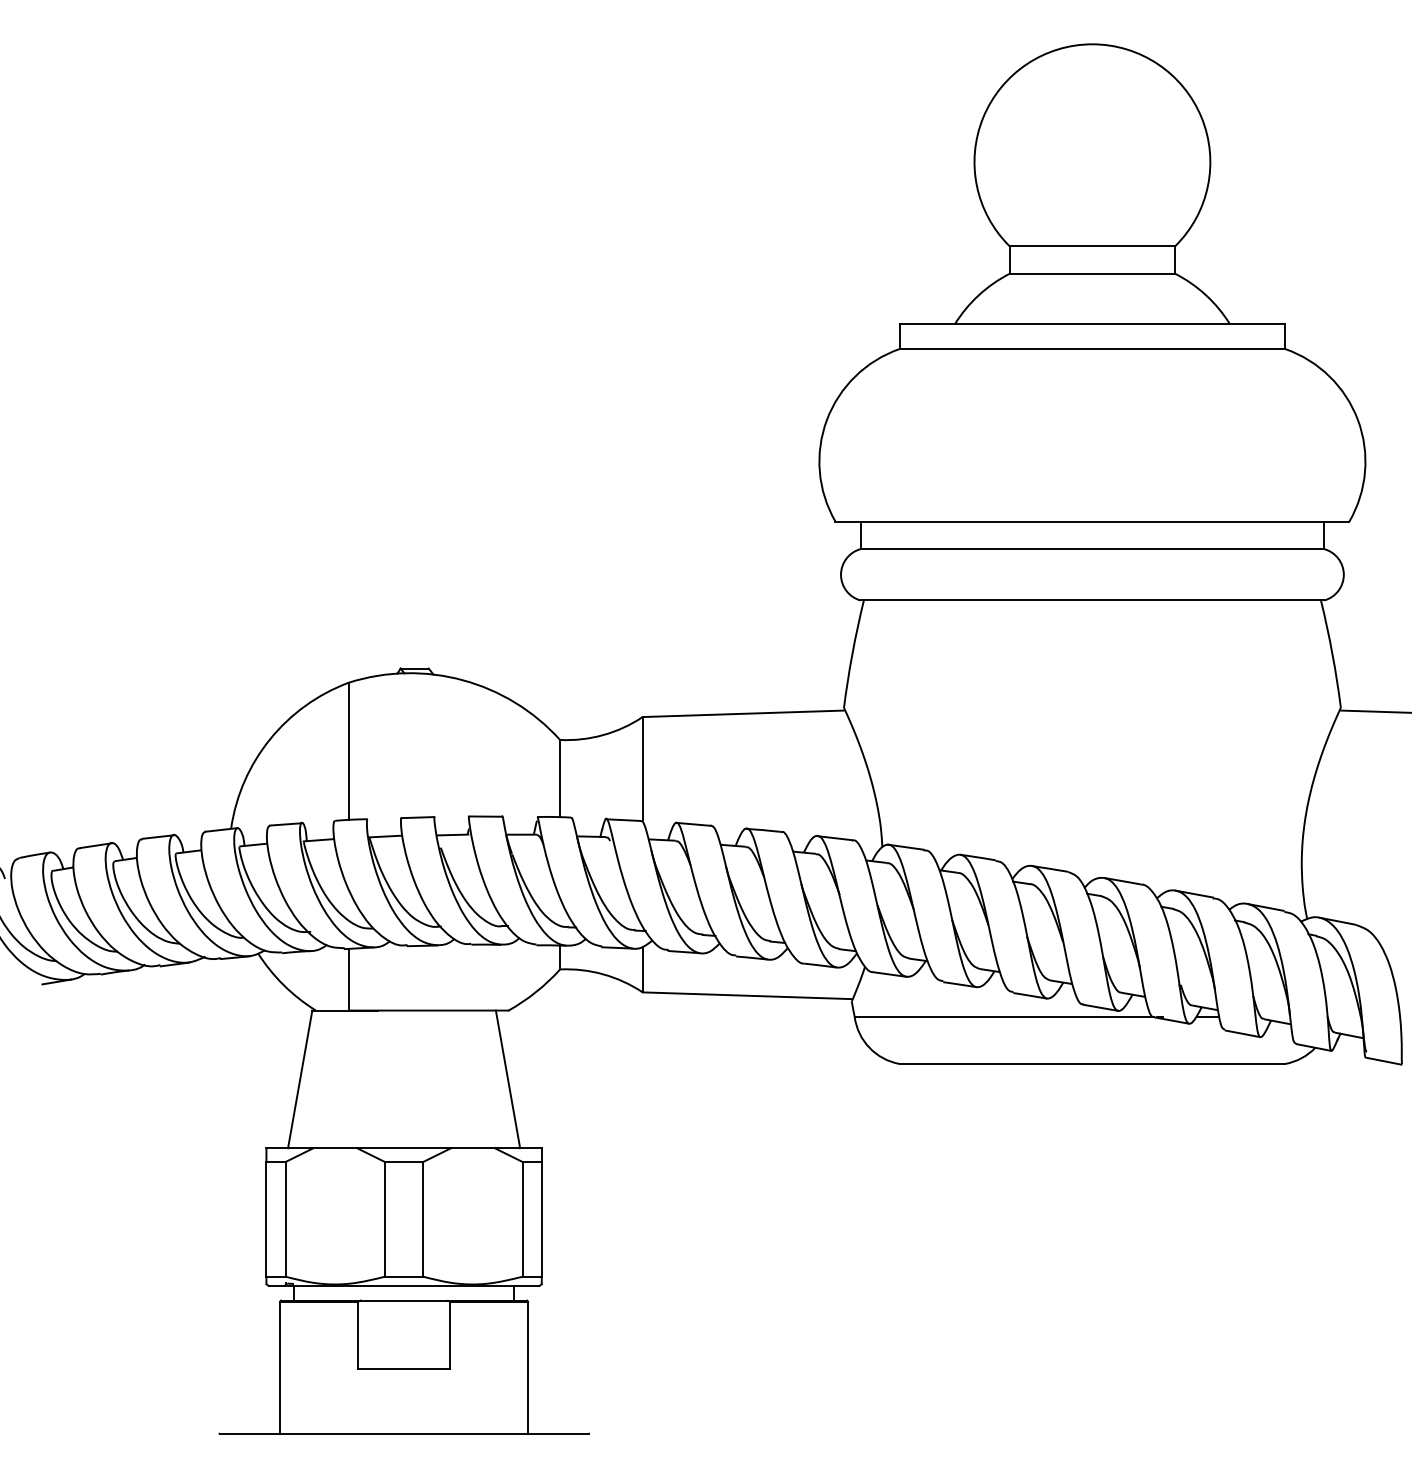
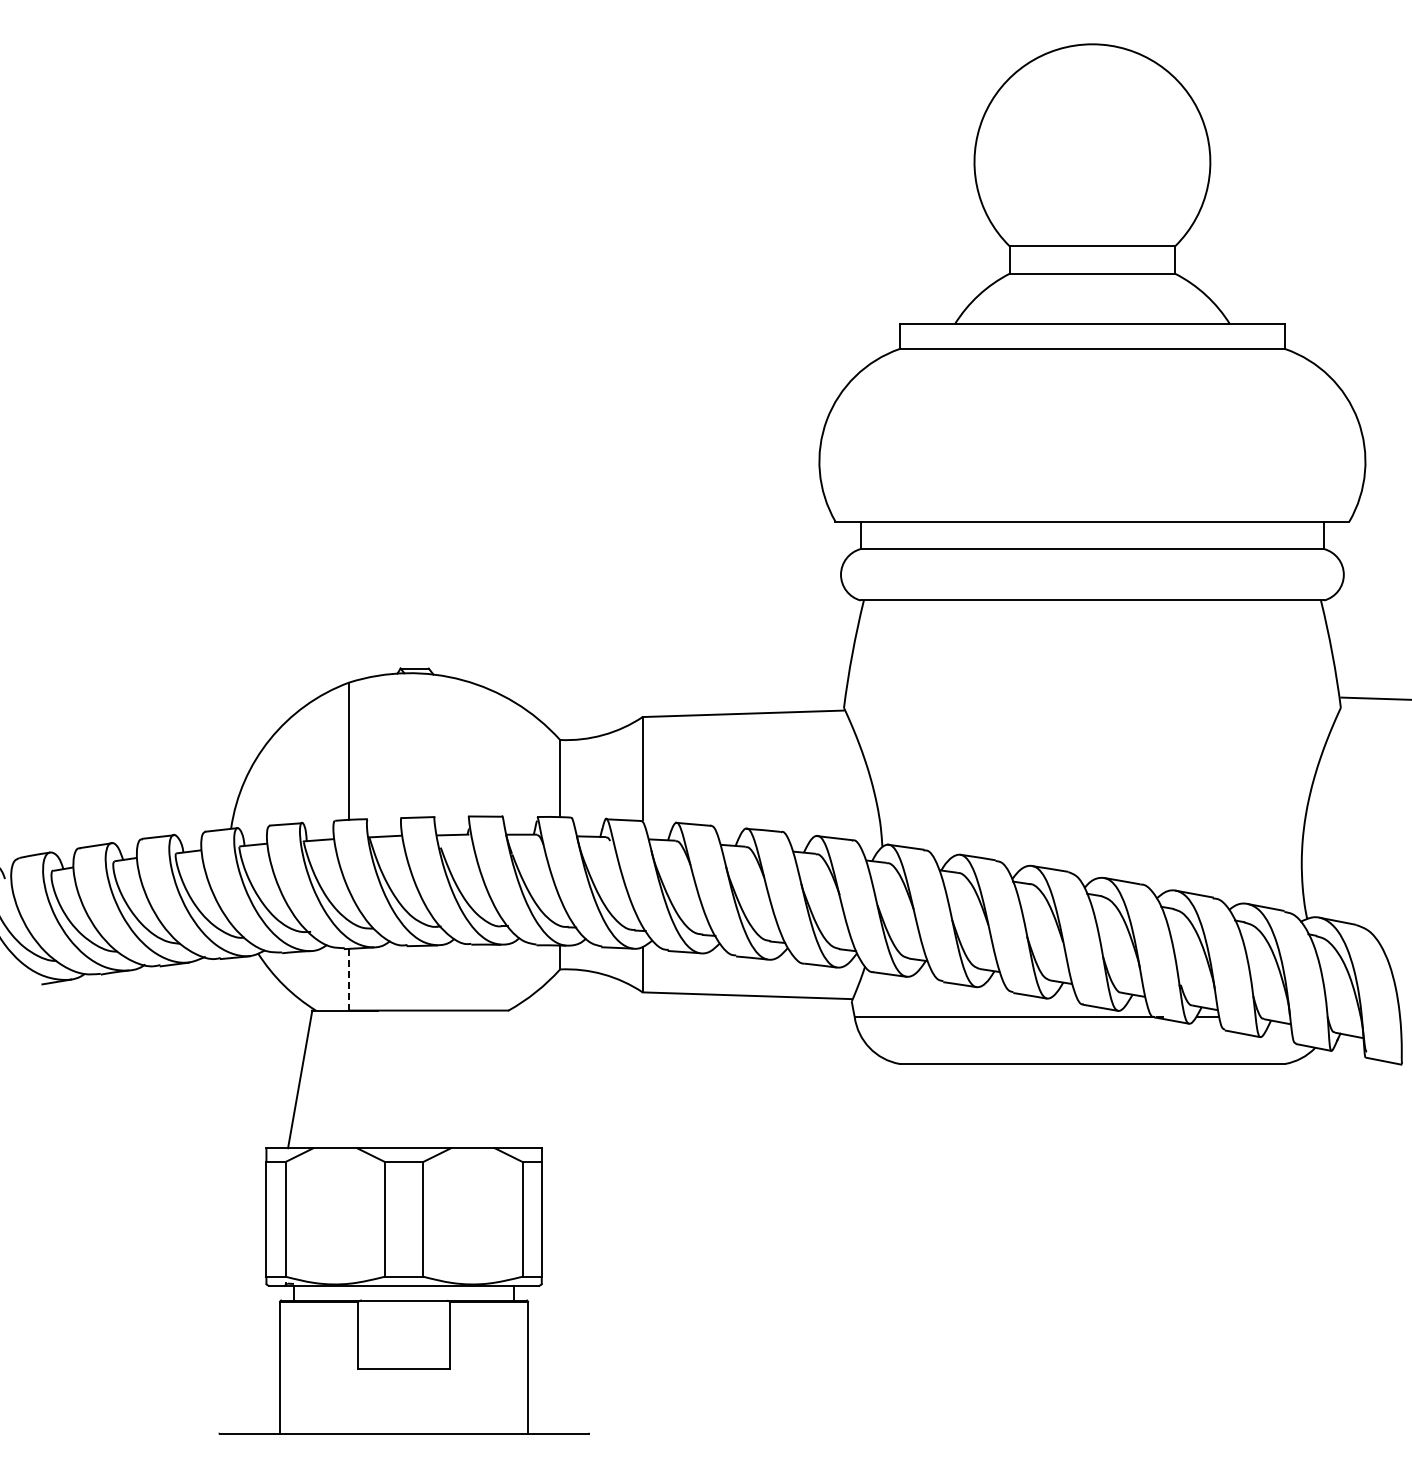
line at (1374, 711) position: (1374, 711) -> (1374, 698)
line at (349, 979): solid -> dashed
line at (507, 1079): present -> none
